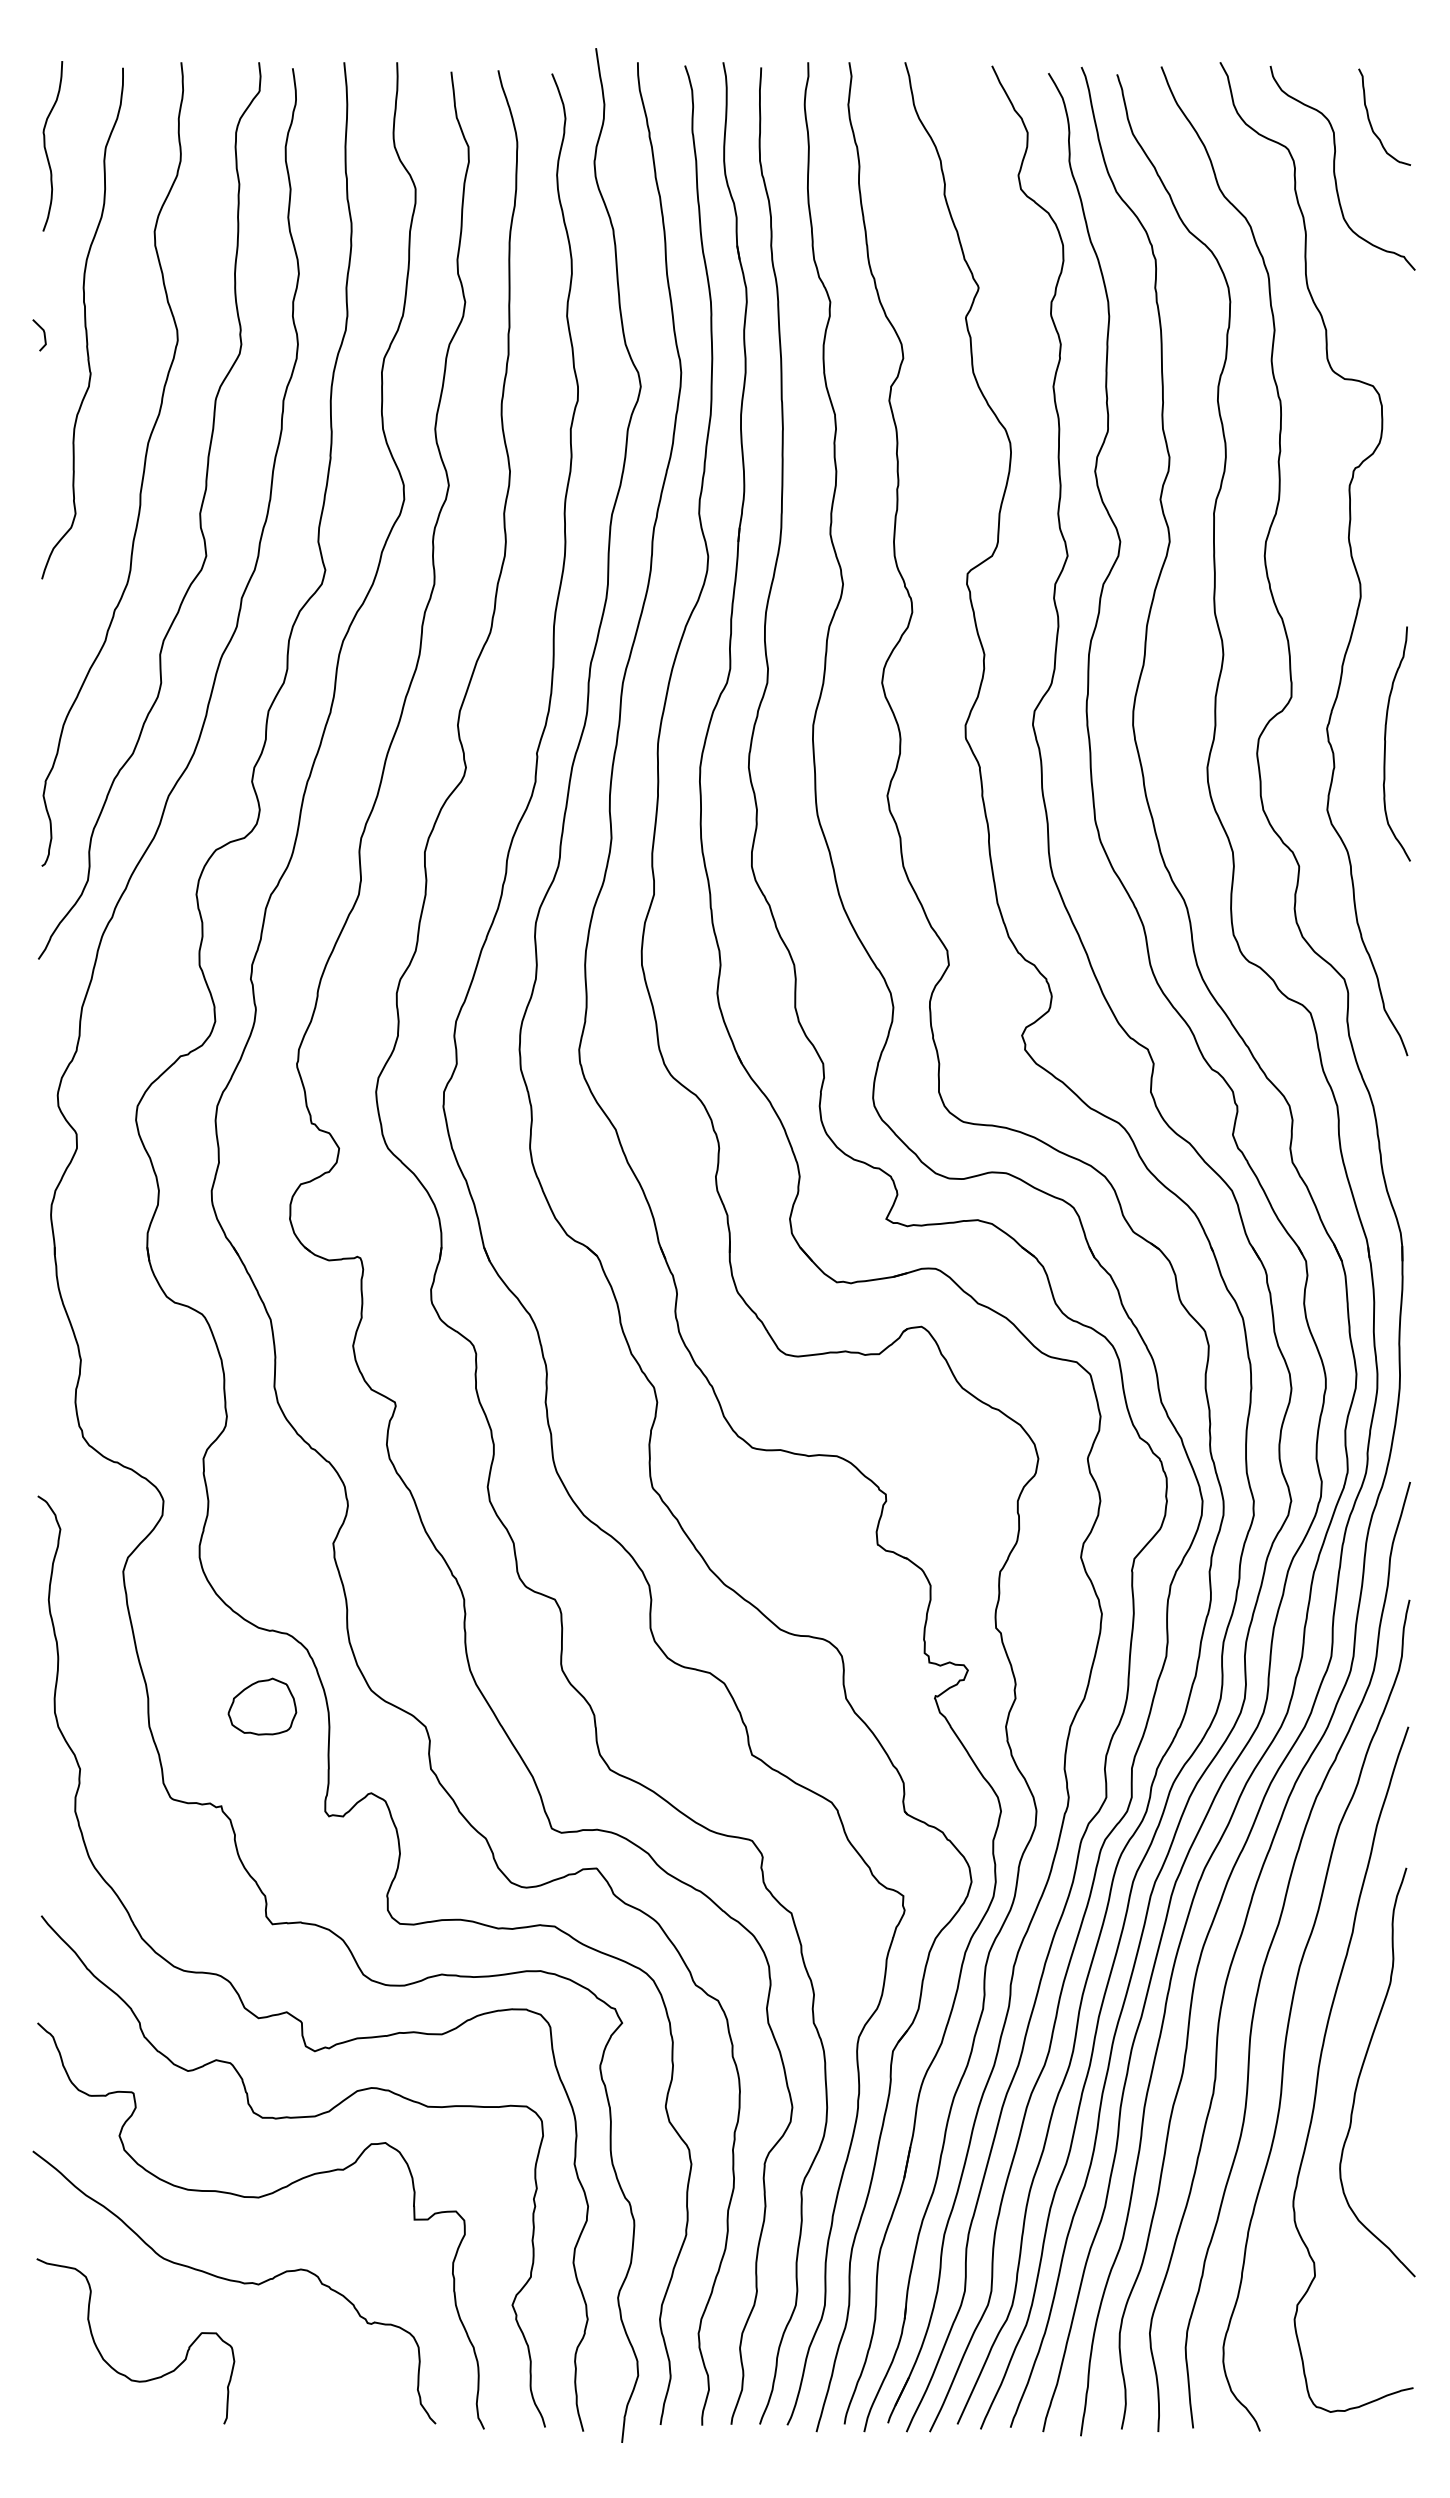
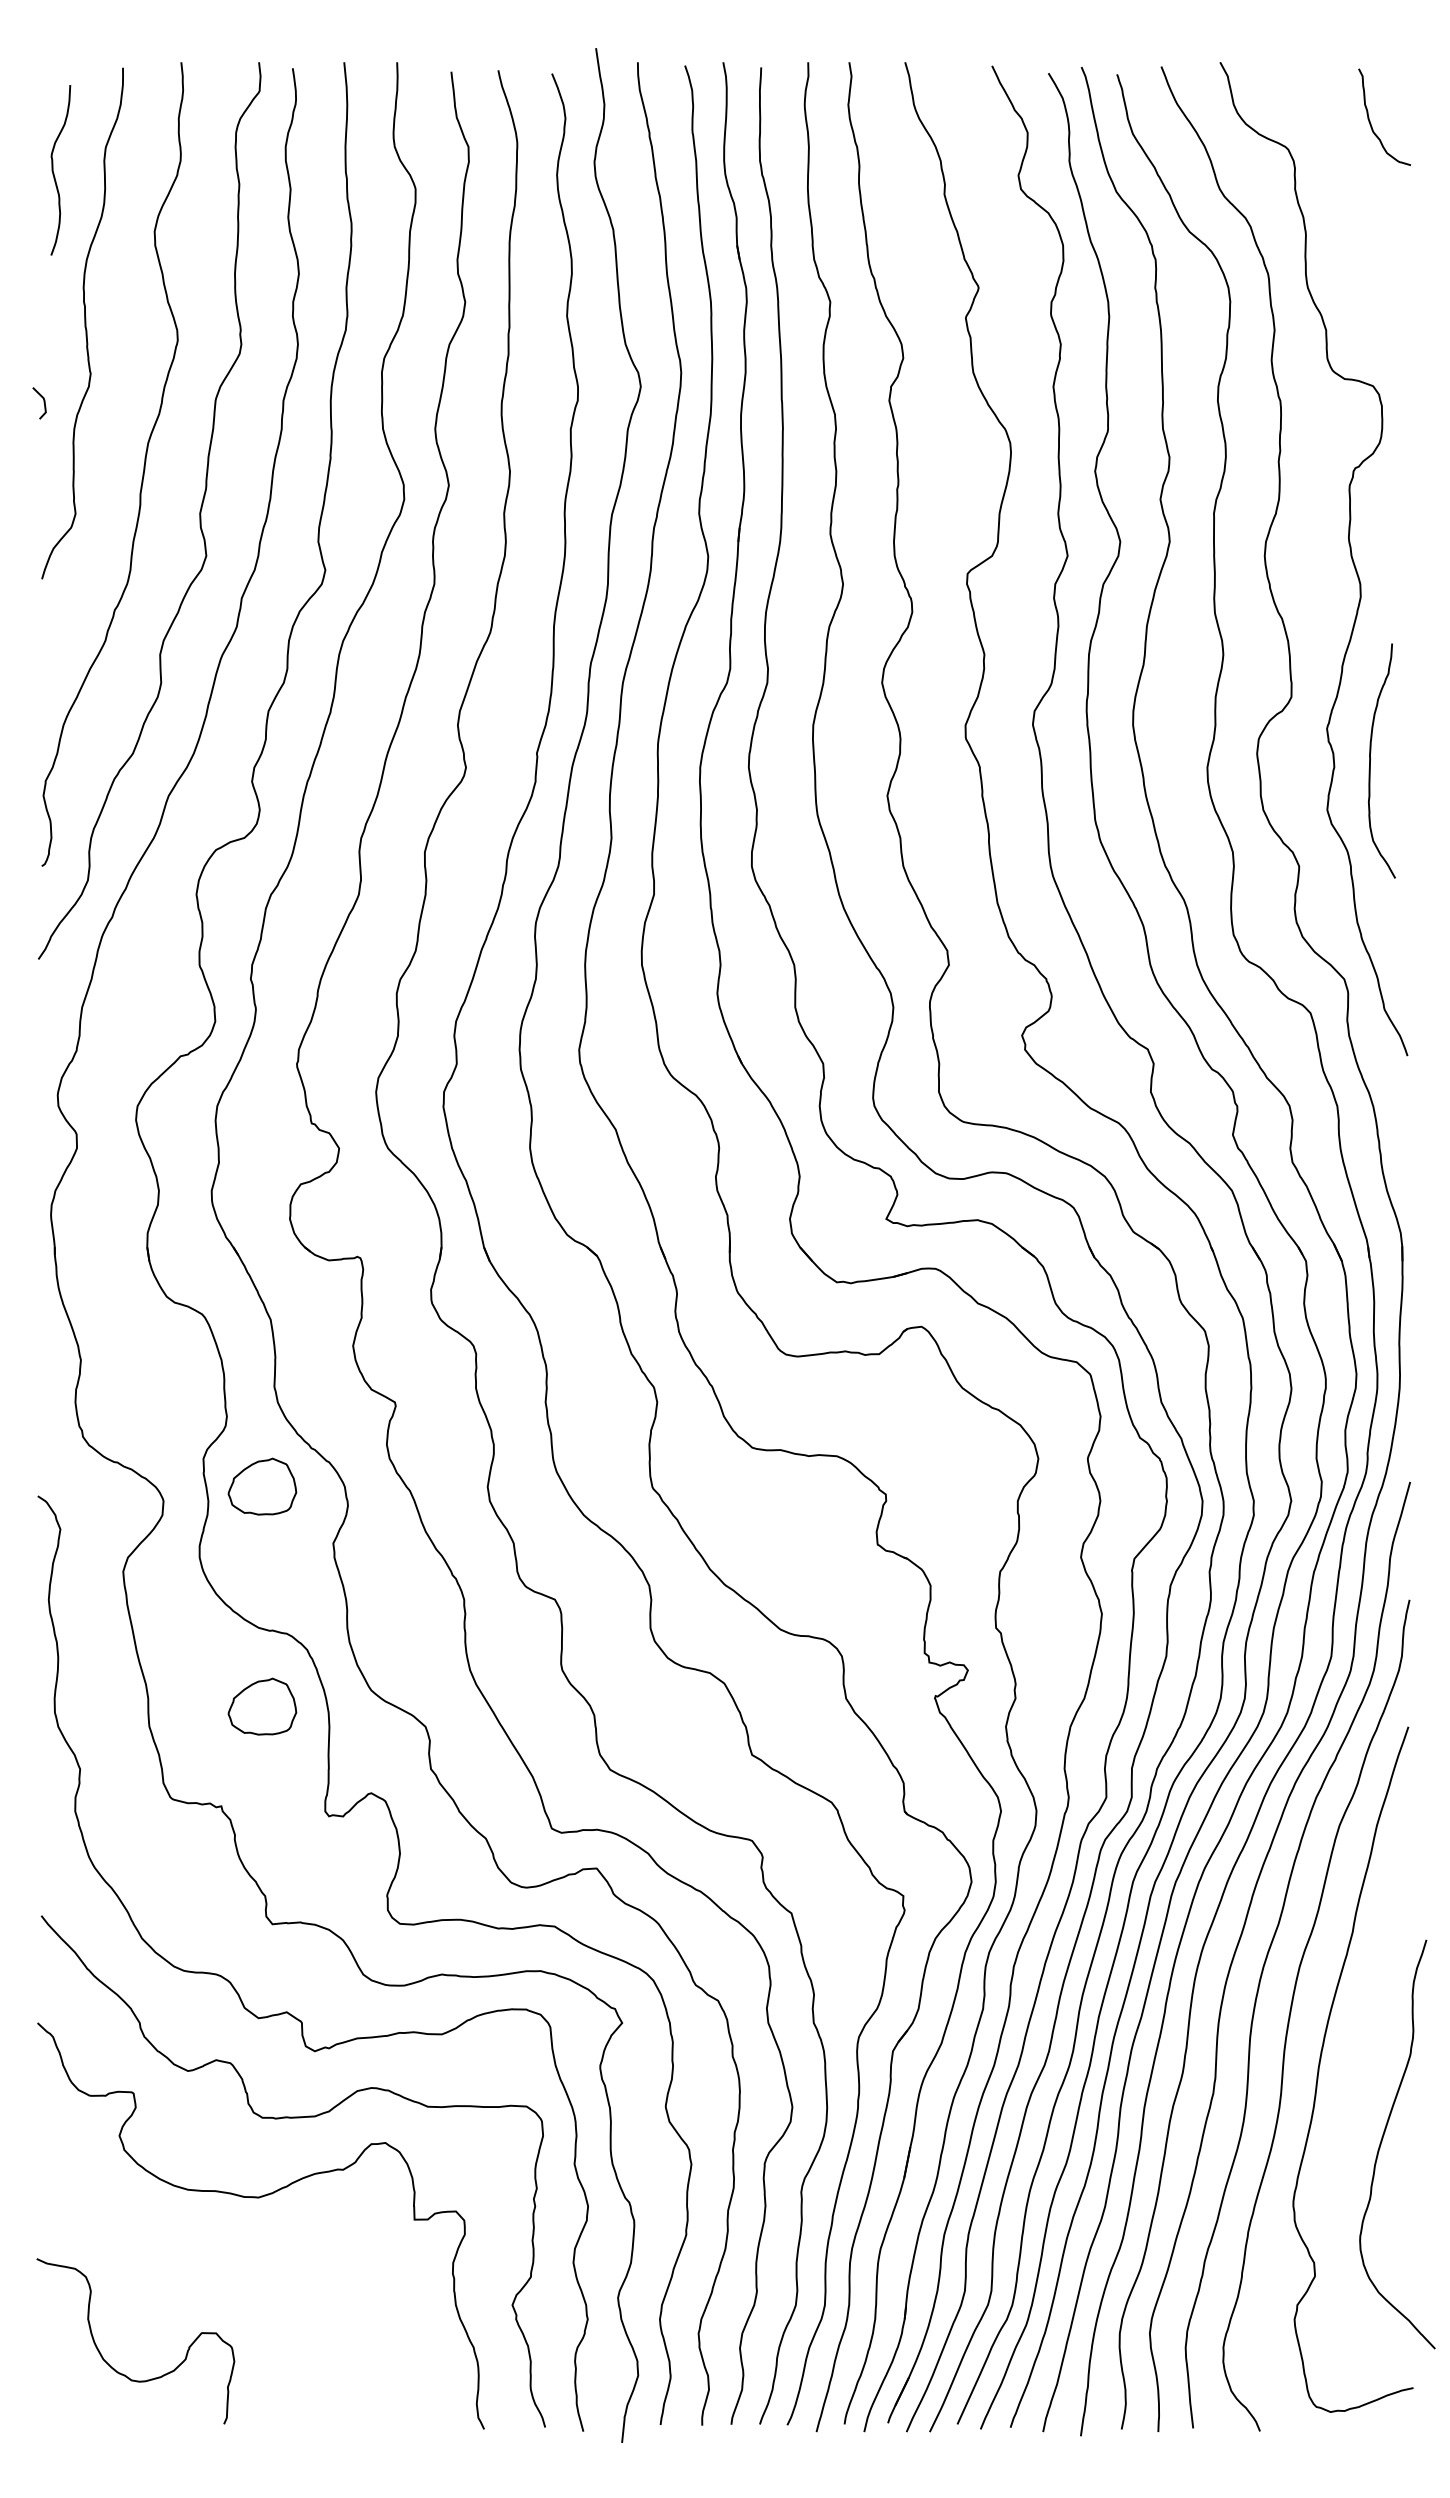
curve at (46, 149) position: (46, 149) -> (54, 173)
curve at (1334, 167): present -> none
line at (43, 335) position: (43, 335) -> (43, 403)
curve at (1386, 741) position: (1386, 741) -> (1371, 758)
part at (262, 1486): none -> present
curve at (1363, 2066) position: (1363, 2066) -> (1383, 2138)
curve at (235, 2282): present -> none
